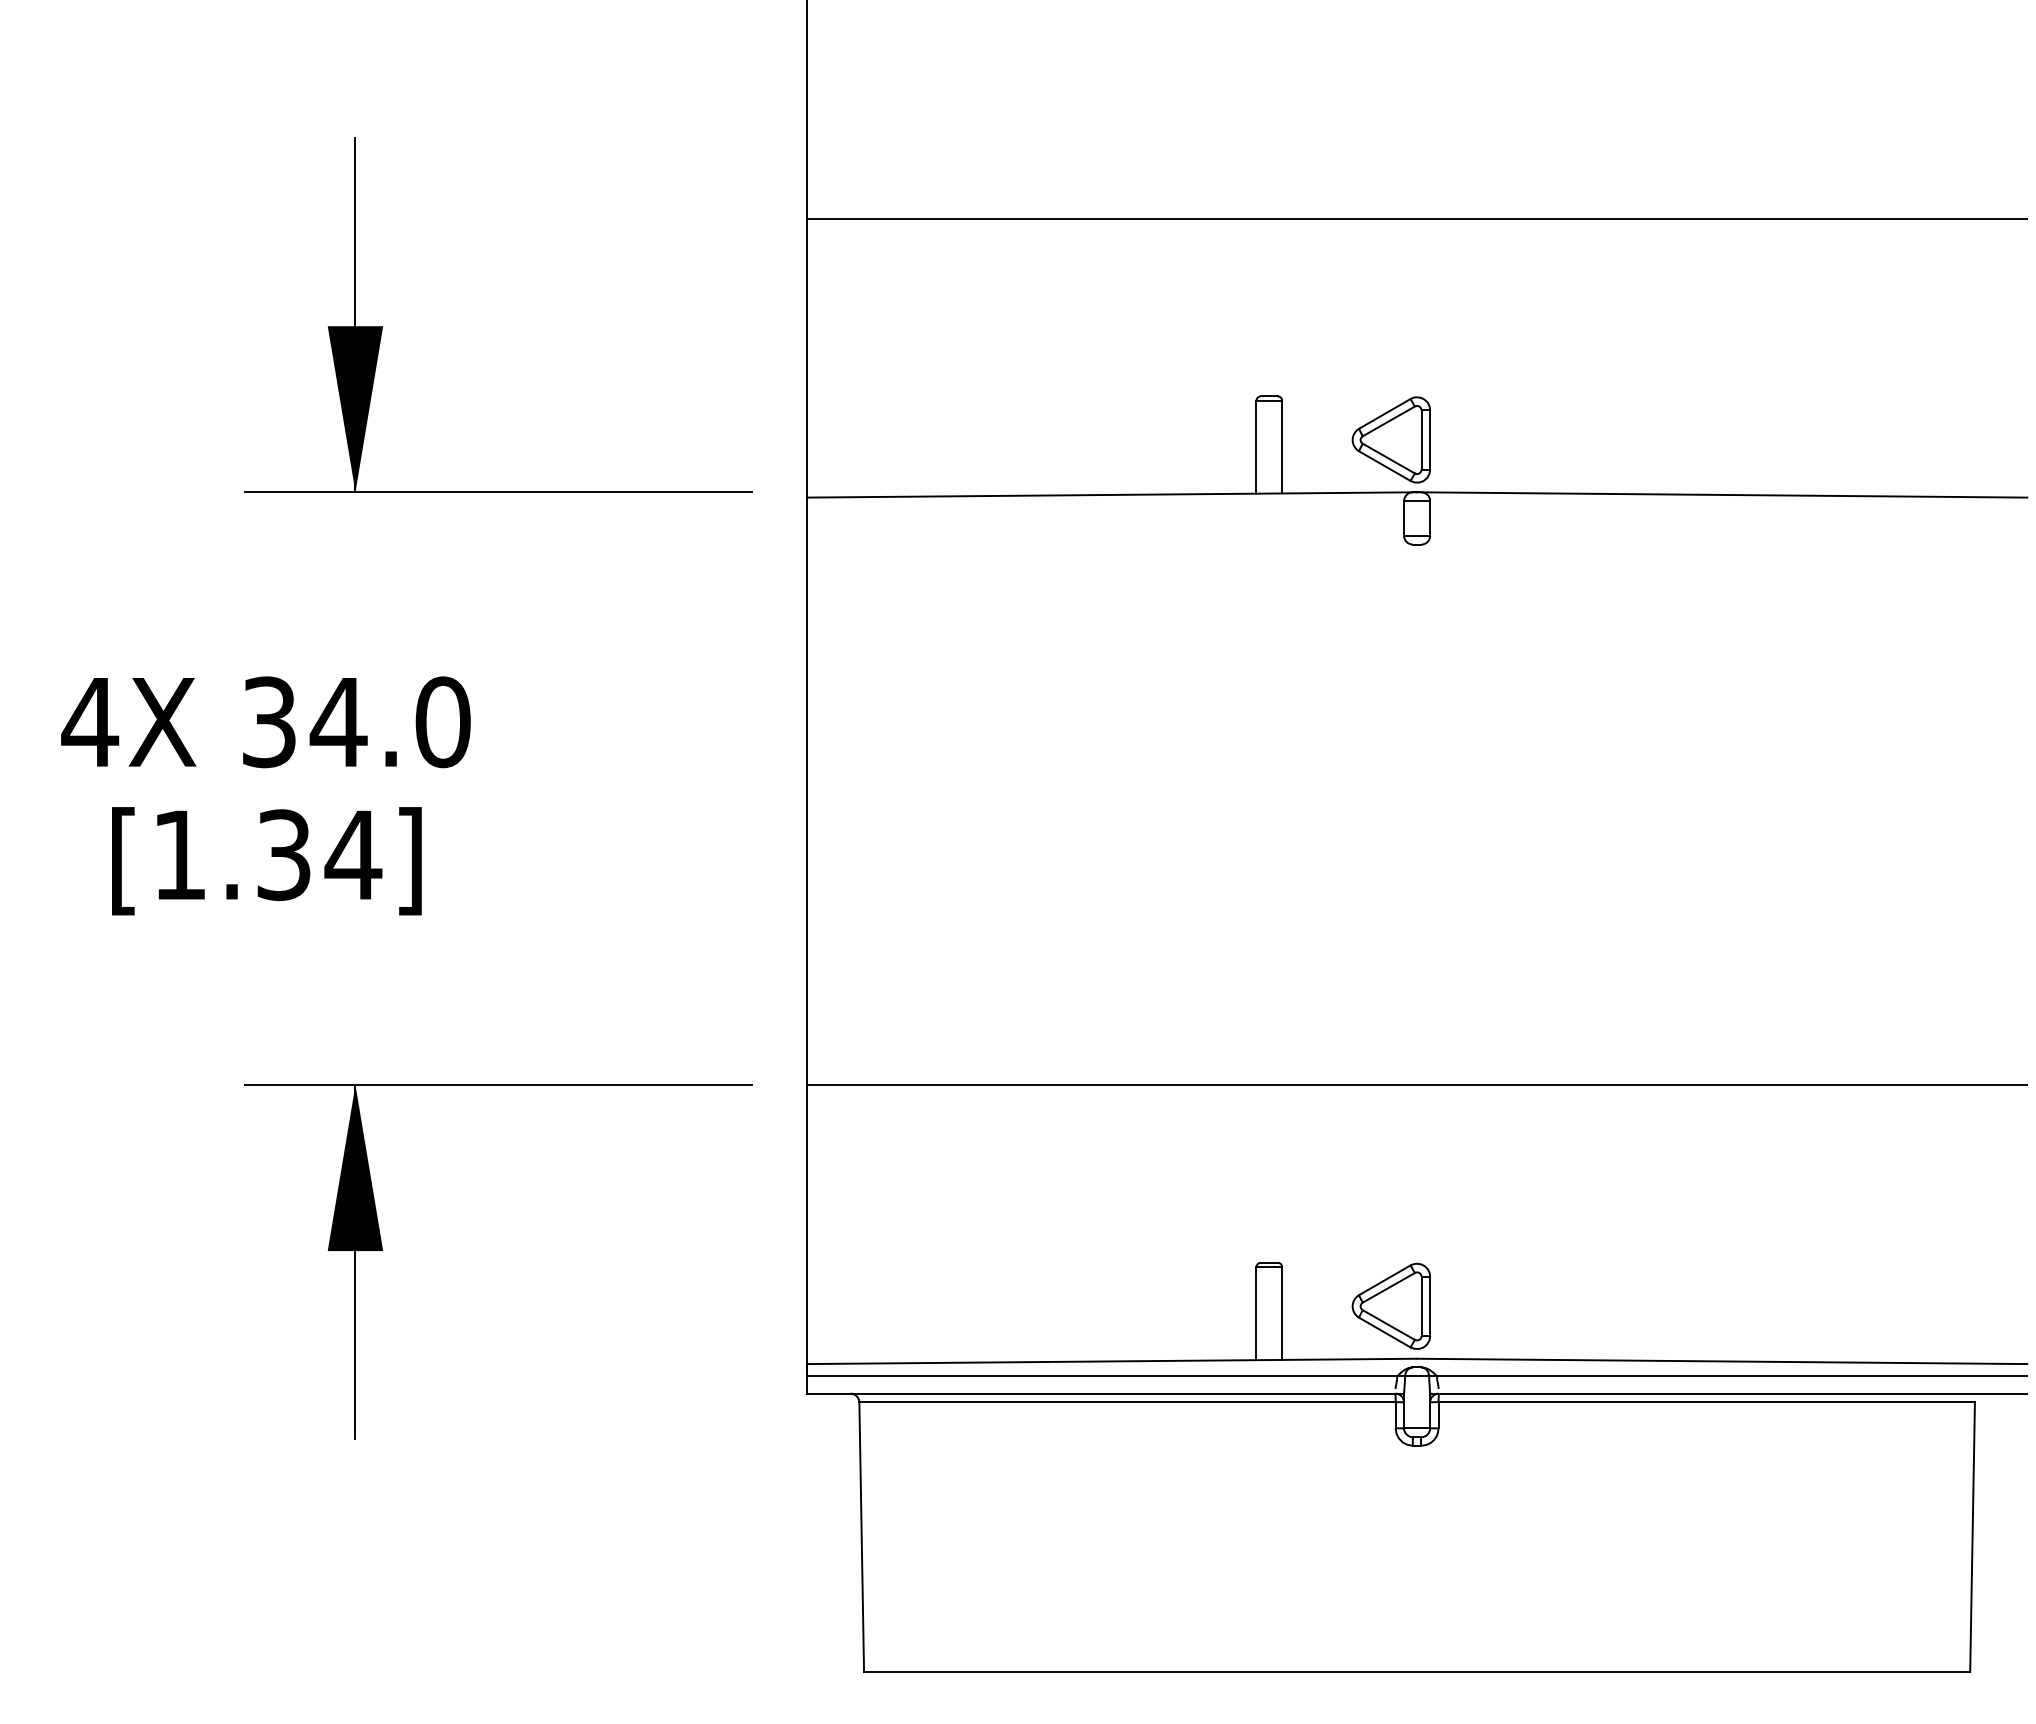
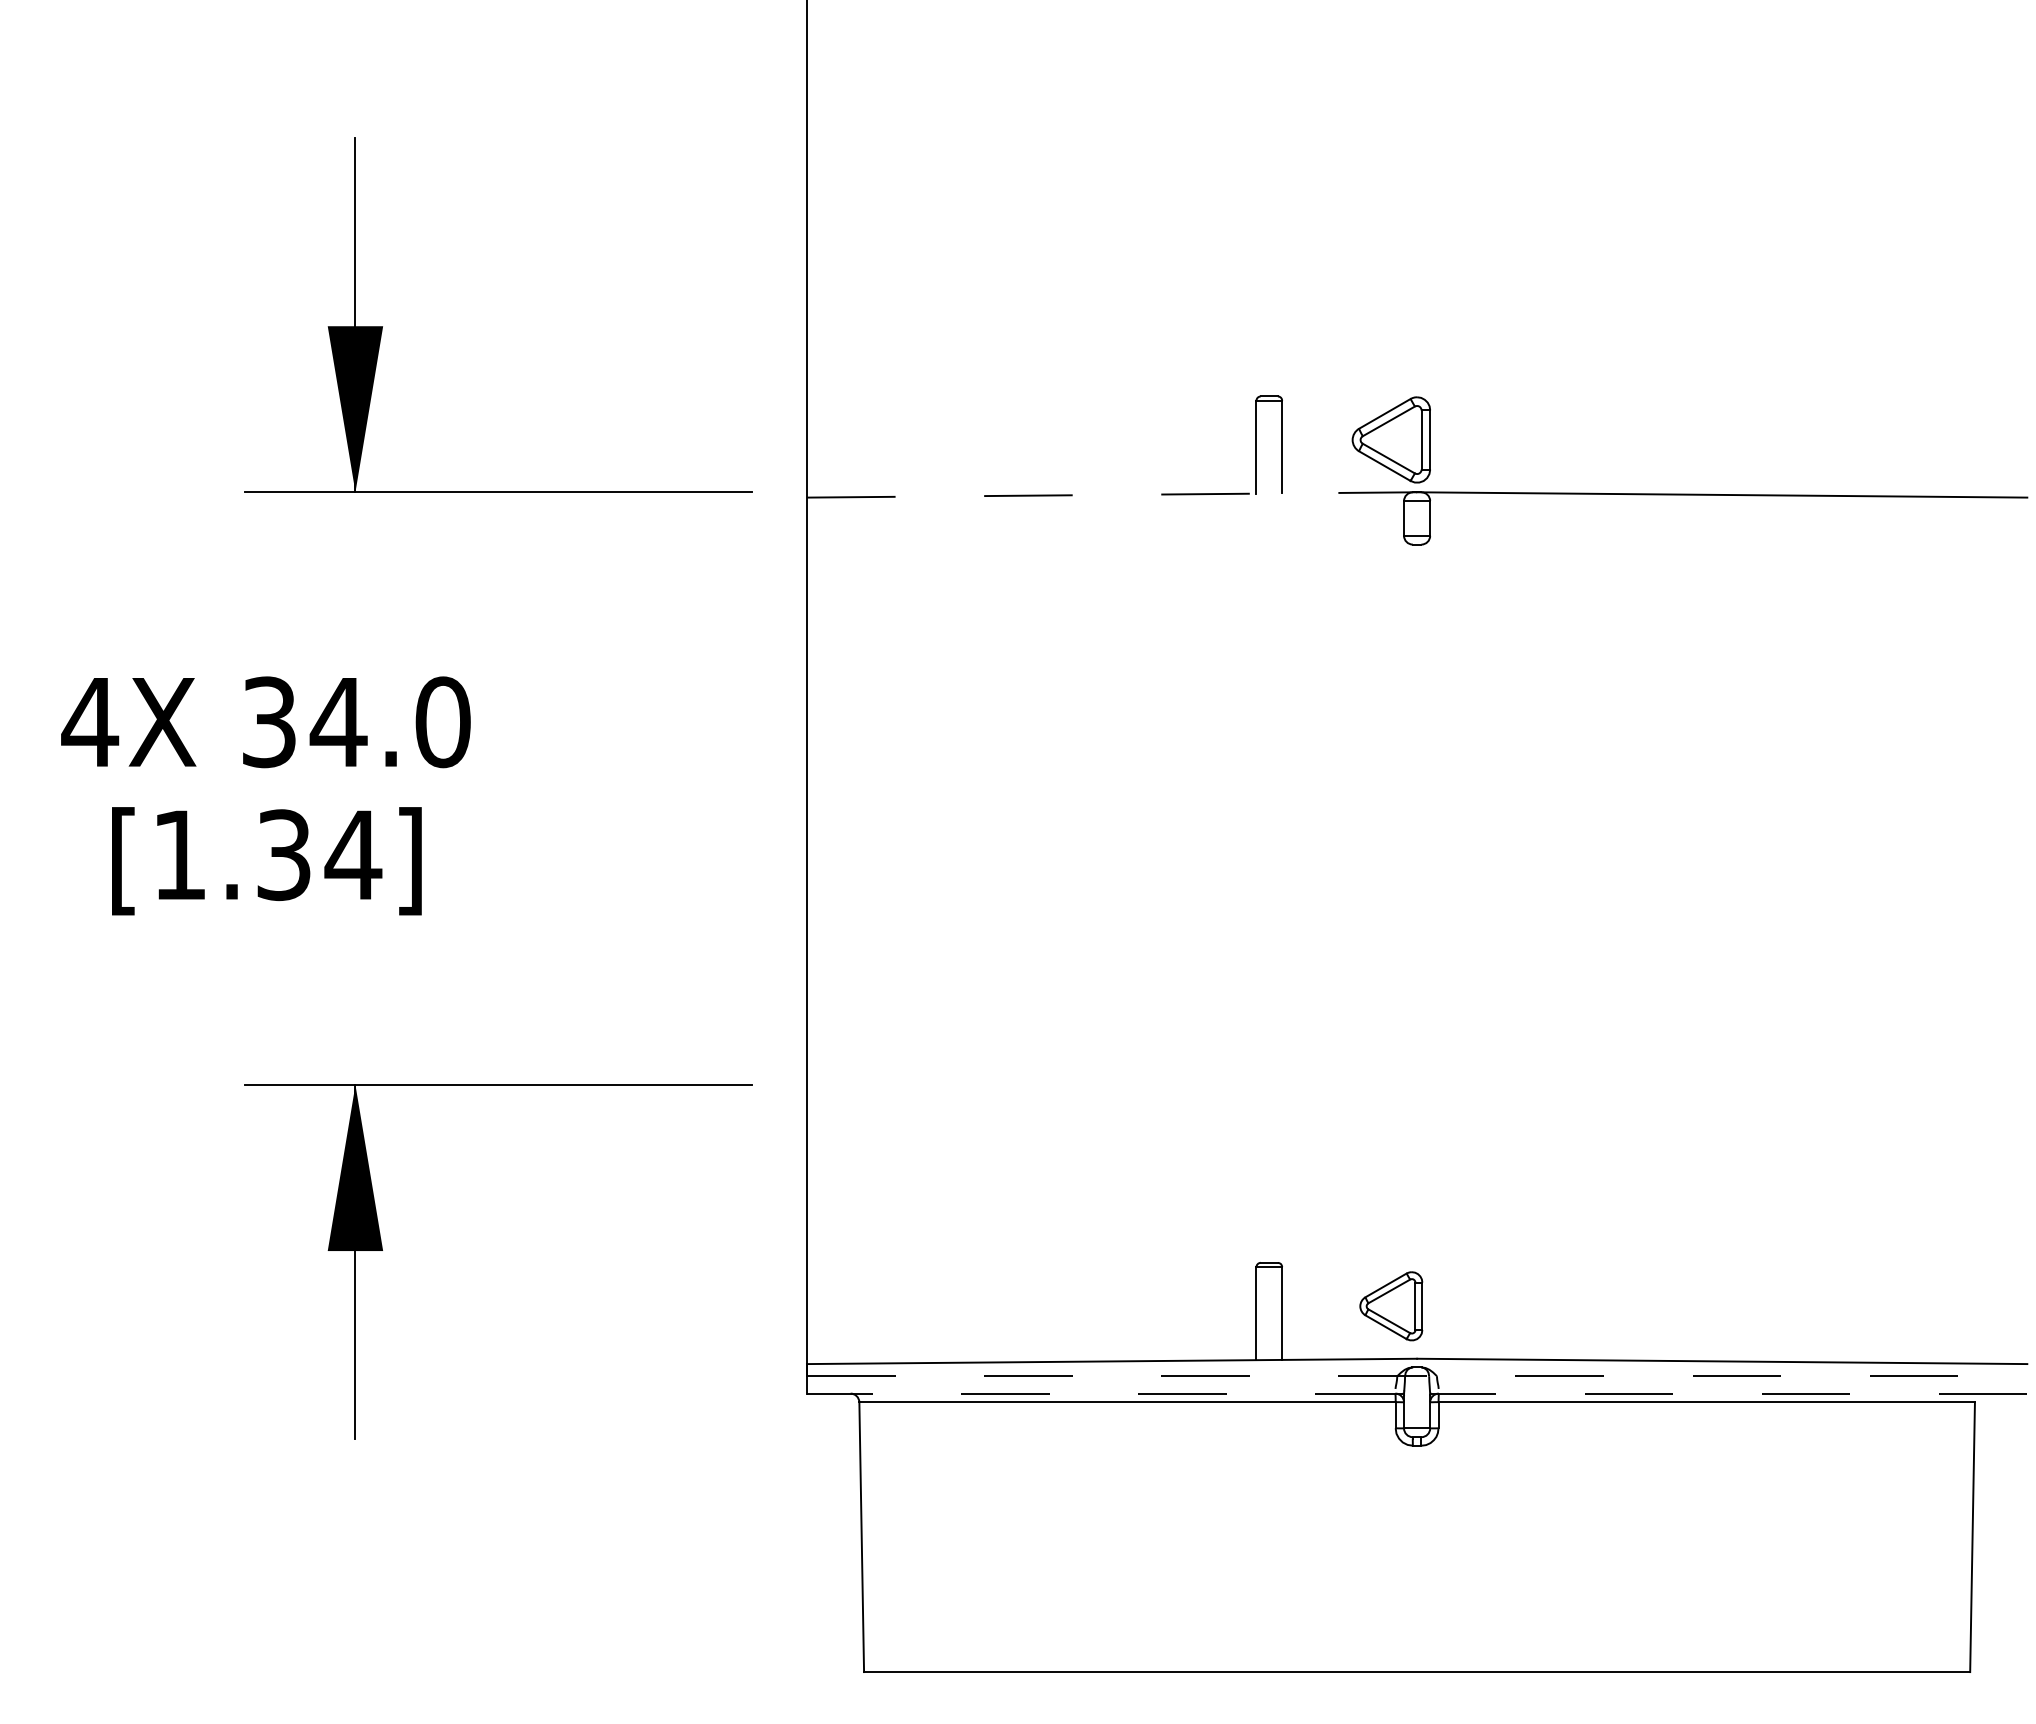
line at (1416, 218): present -> none
line at (1112, 494): solid -> dashed
line at (1416, 1085): present -> none
part at (1390, 1305) size: 80x88 px -> 65x71 px
line at (1417, 1376): solid -> dashed
line at (1105, 1393): solid -> dashed
line at (1728, 1393): solid -> dashed
